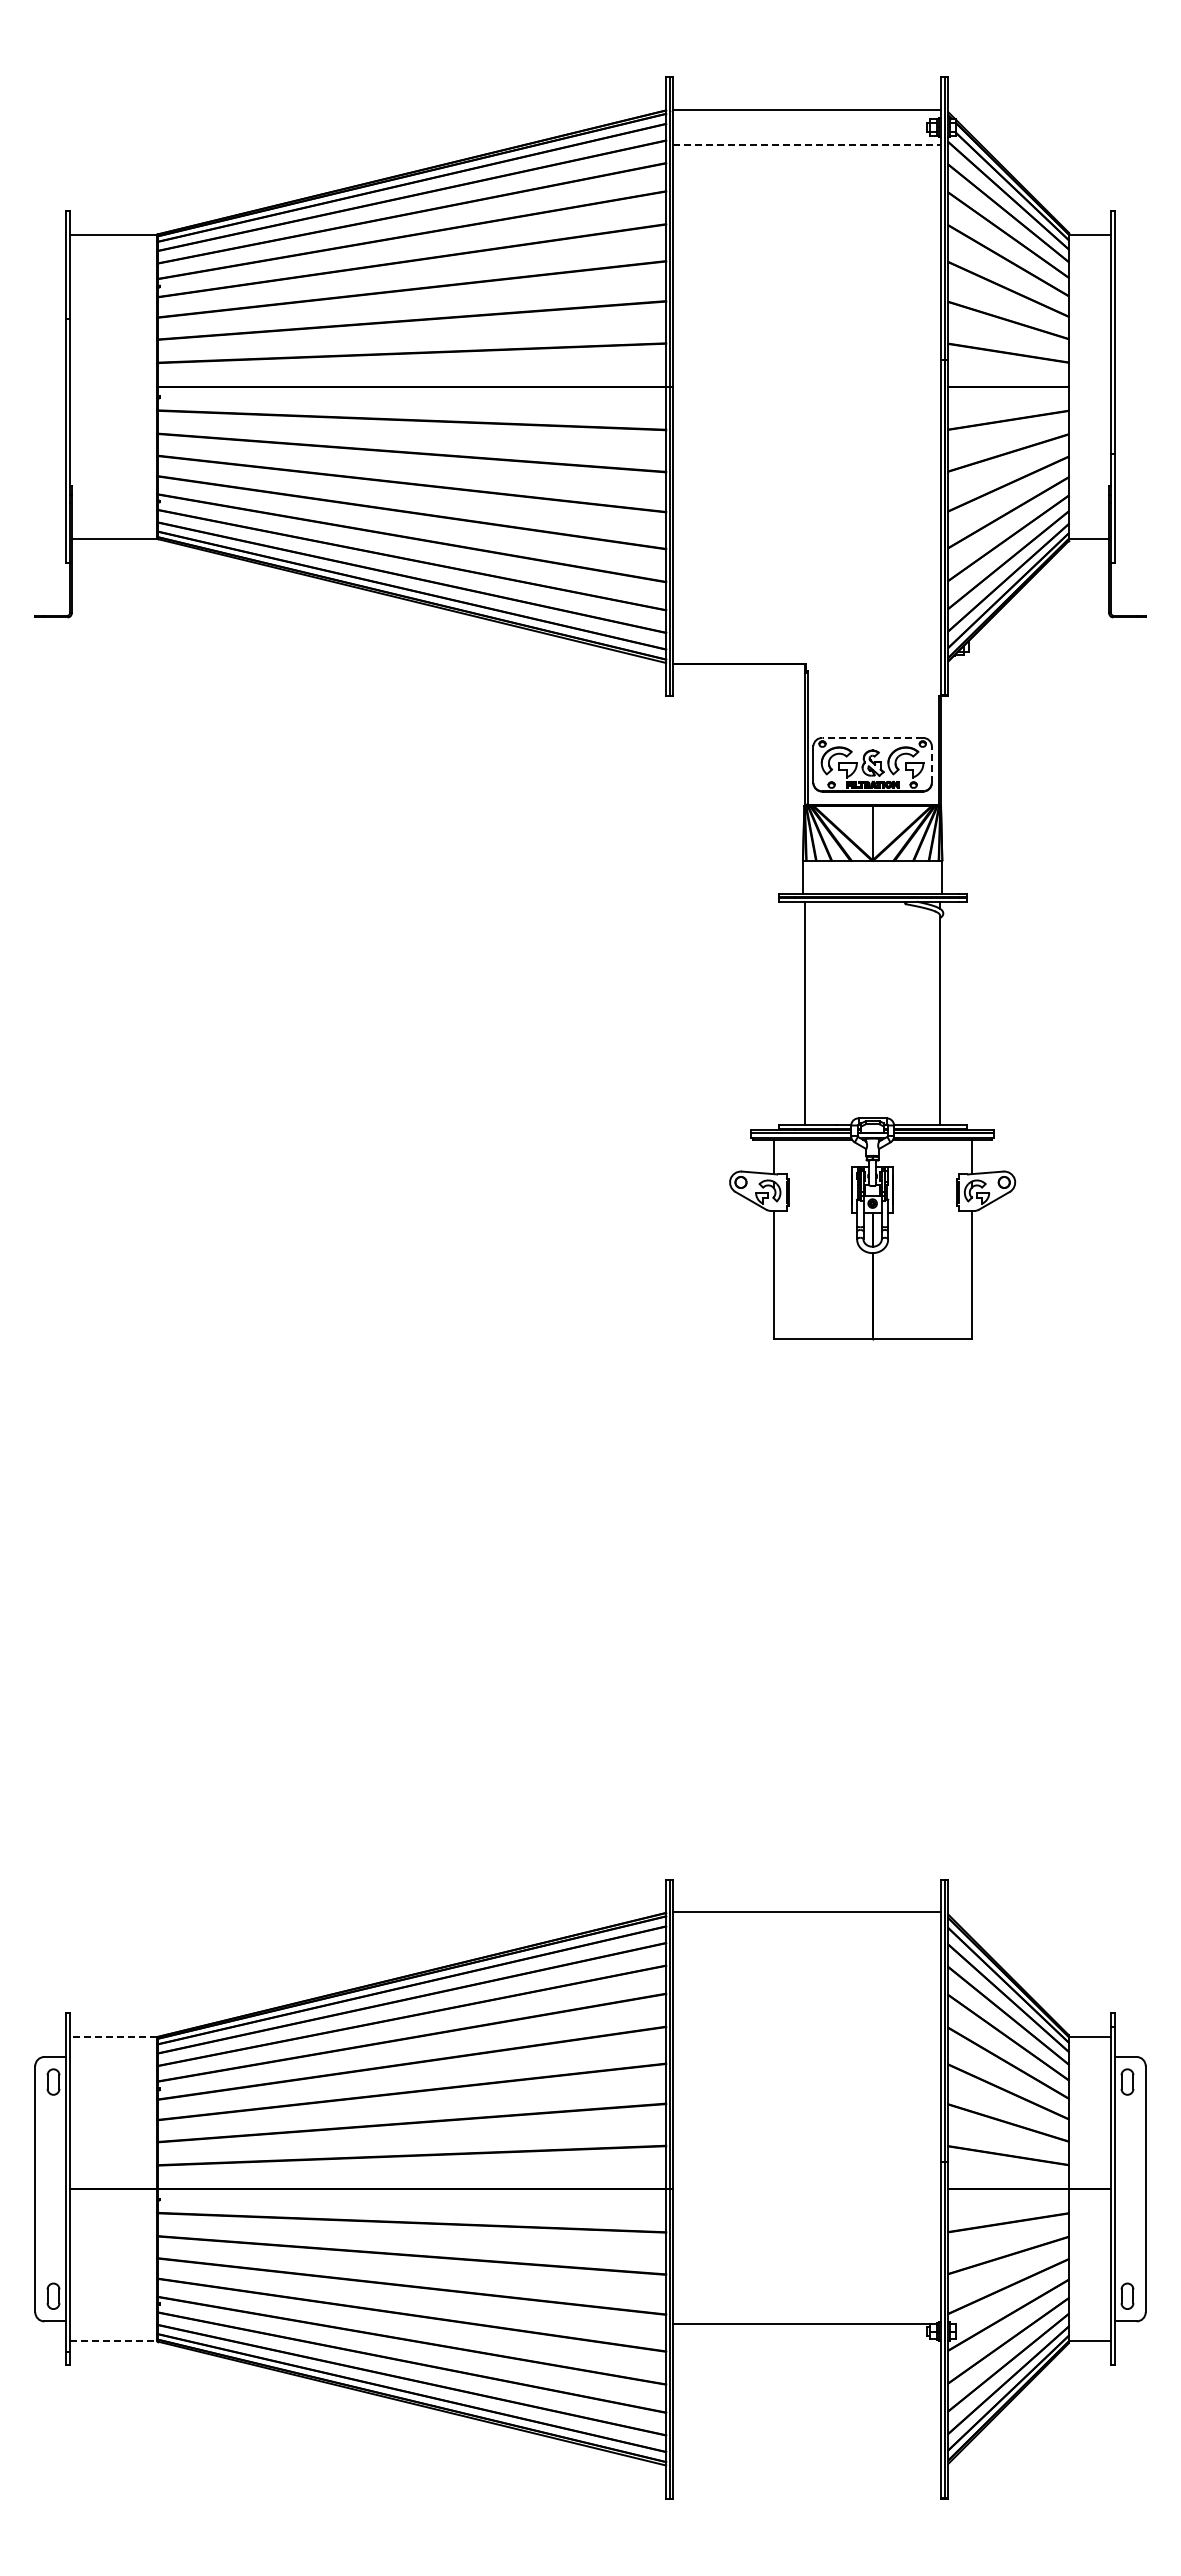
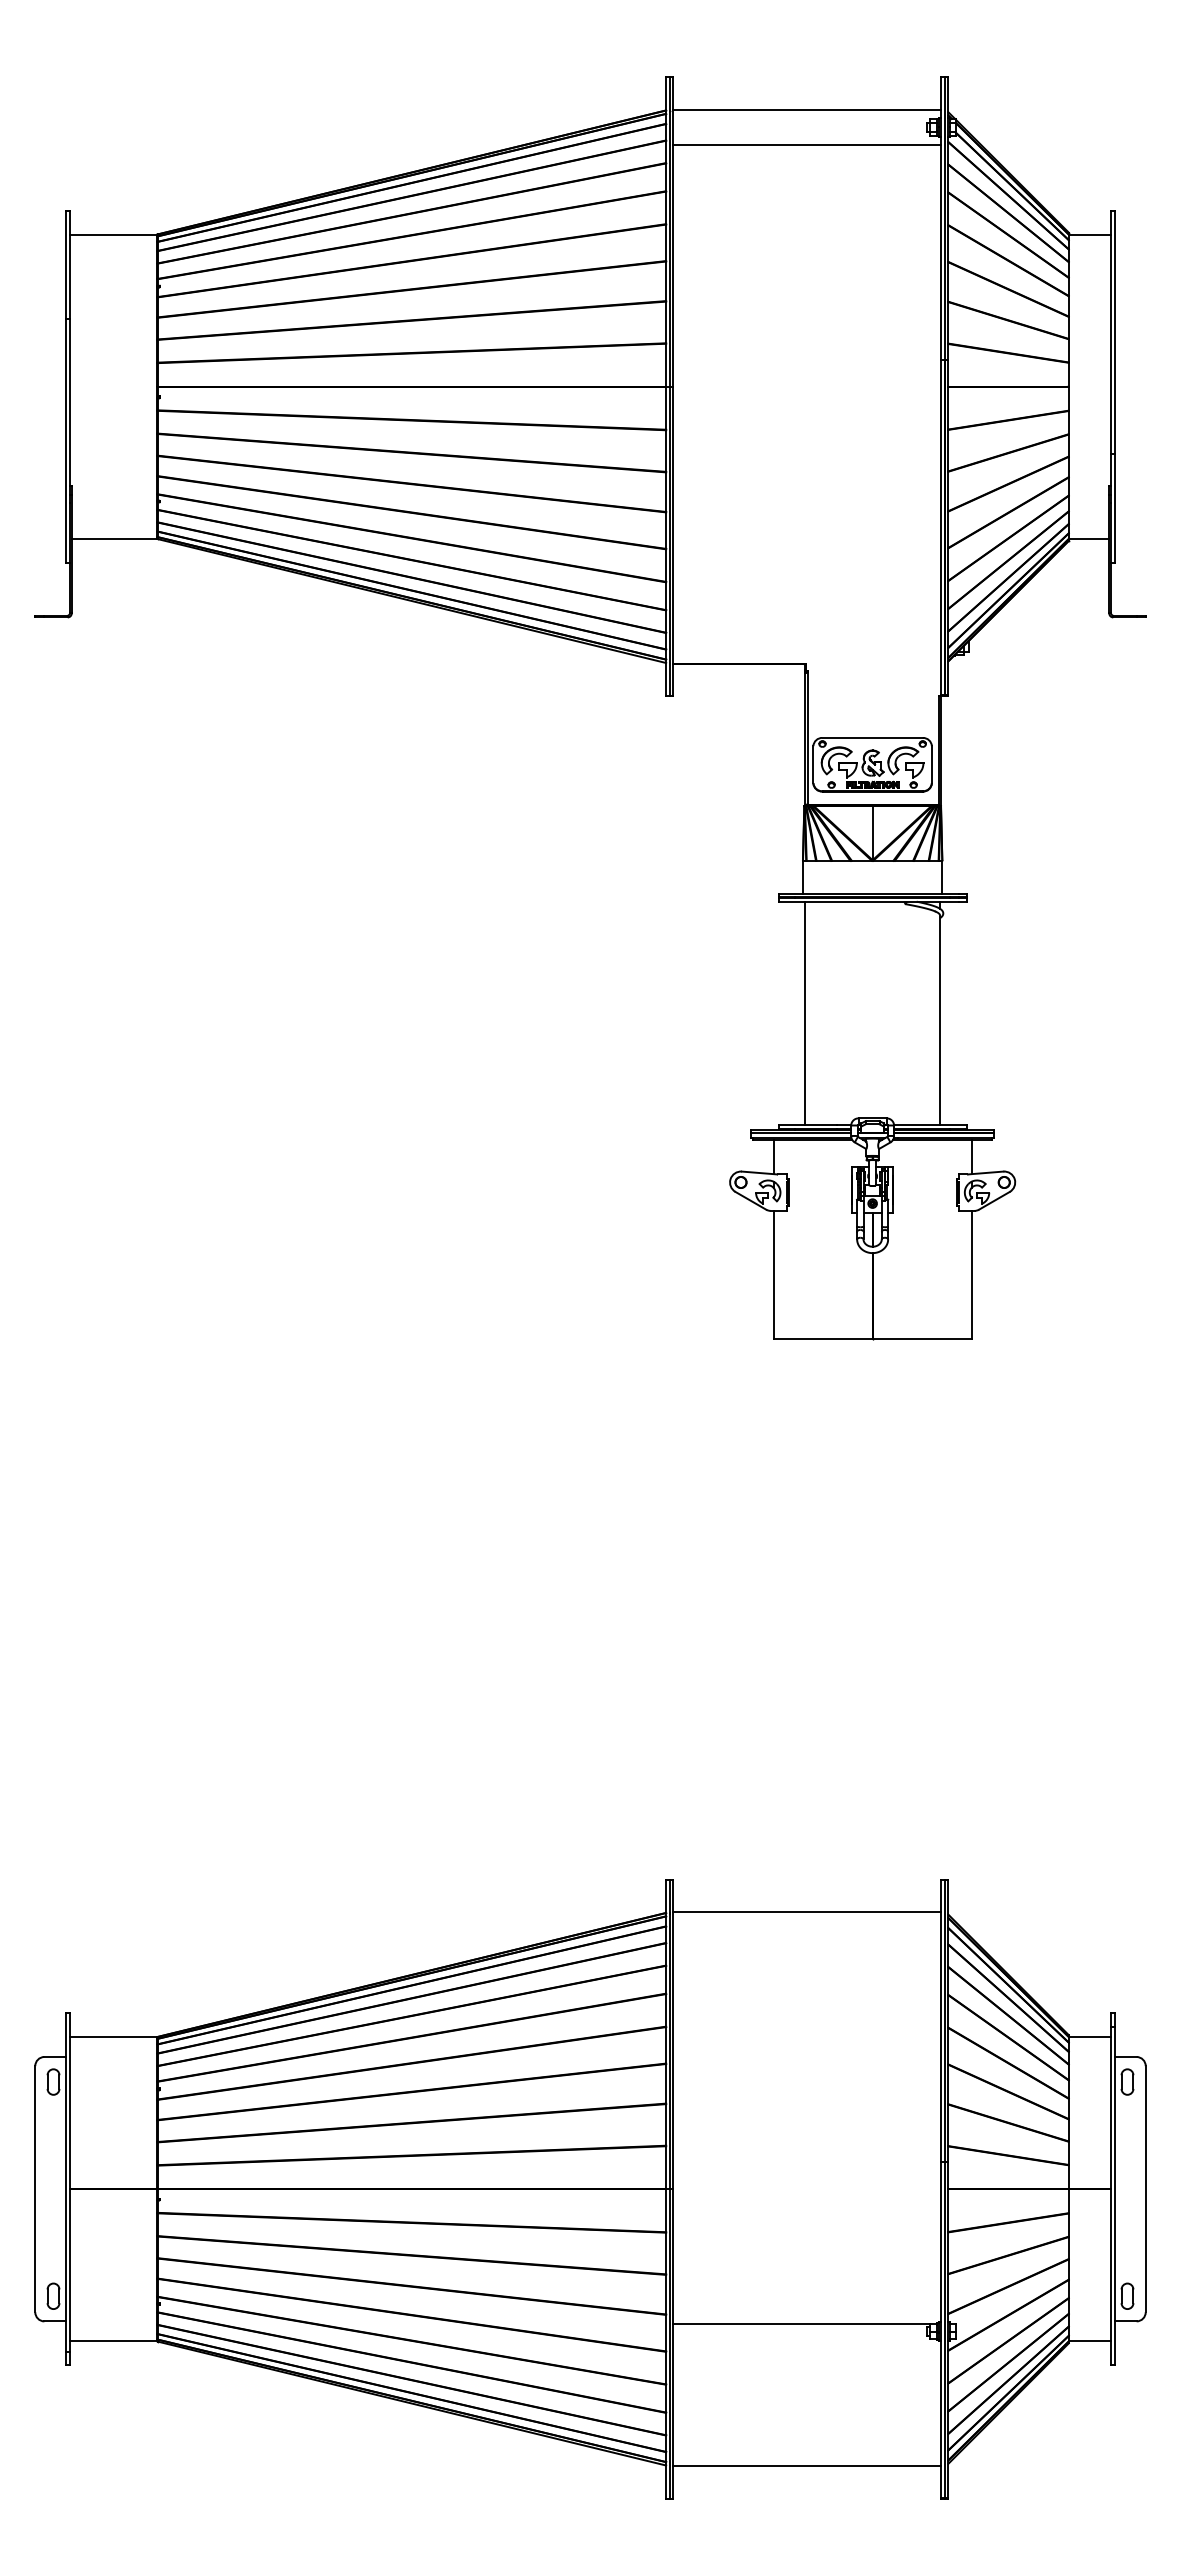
line at (807, 144): dashed -> solid
line at (872, 737): dashed -> solid
line at (931, 764): dashed -> solid
line at (113, 2036): dashed -> solid
line at (113, 2341): dashed -> solid
line at (807, 2466): none -> present
